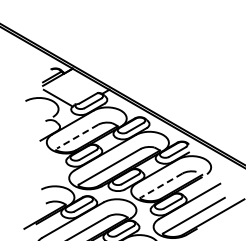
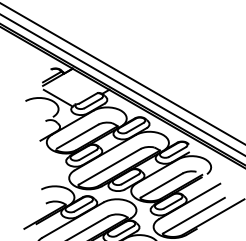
line at (122, 73): none -> present
line at (122, 84): none -> present
line at (77, 136): dashed -> solid
line at (162, 185): dashed -> solid
